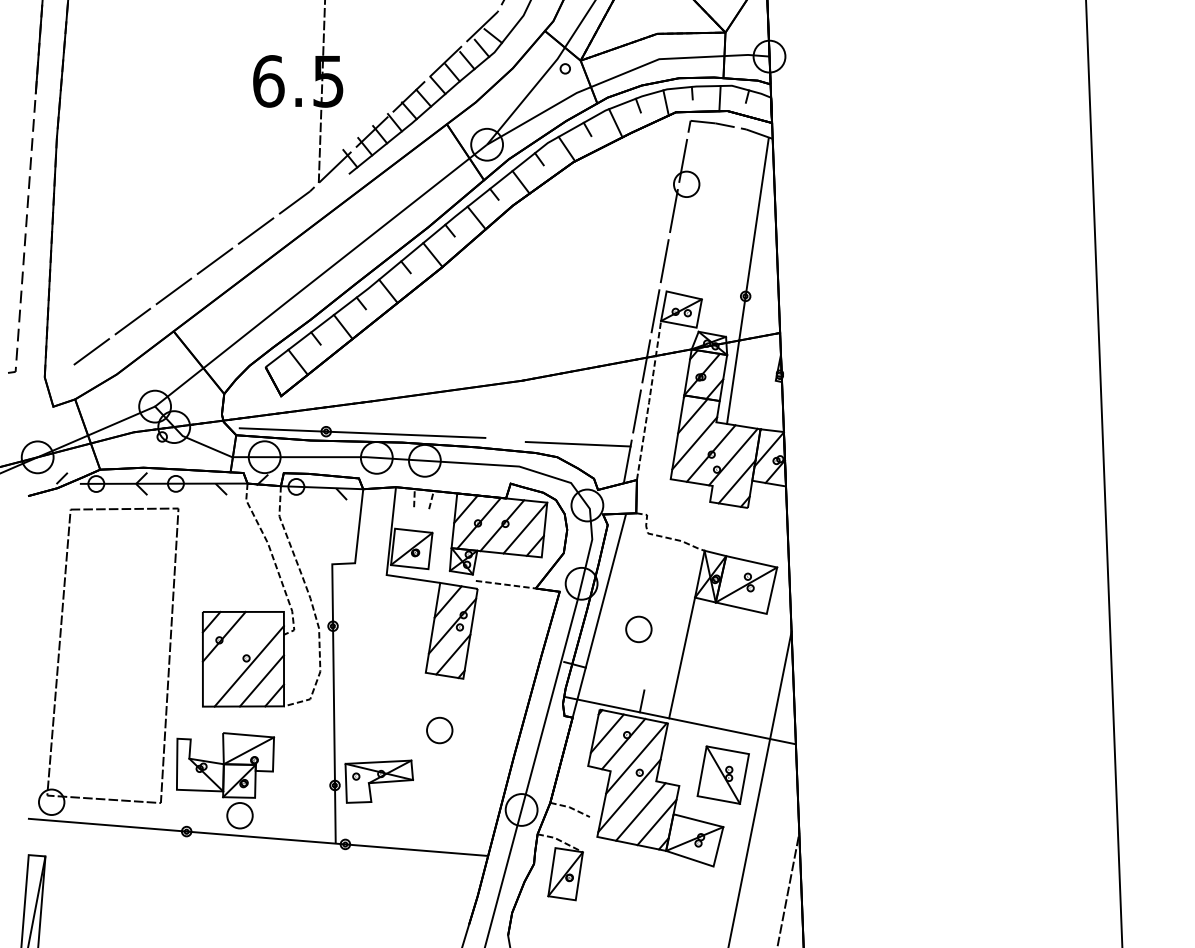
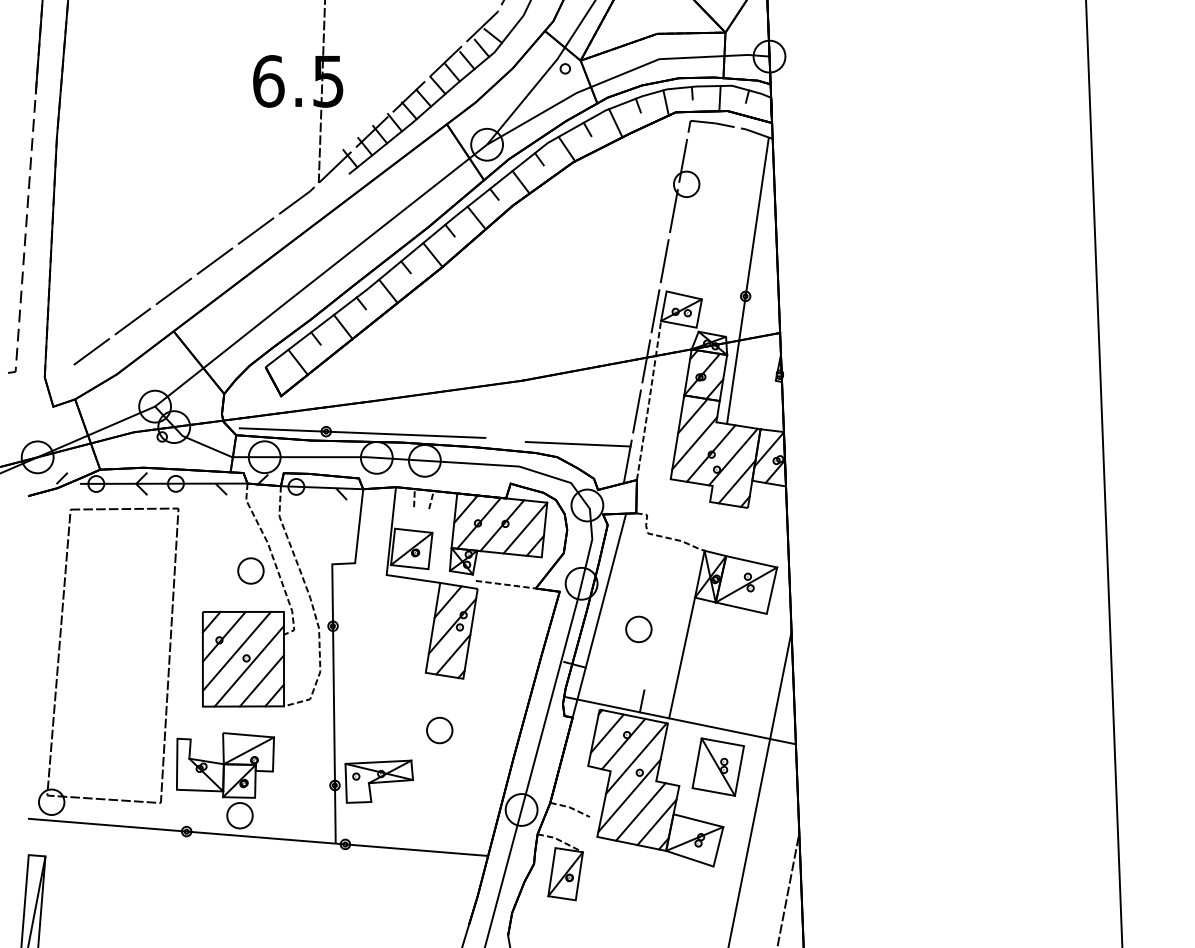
part at (250, 570): none -> present
line at (236, 650): none -> present
part at (722, 774) position: (722, 774) -> (717, 766)
